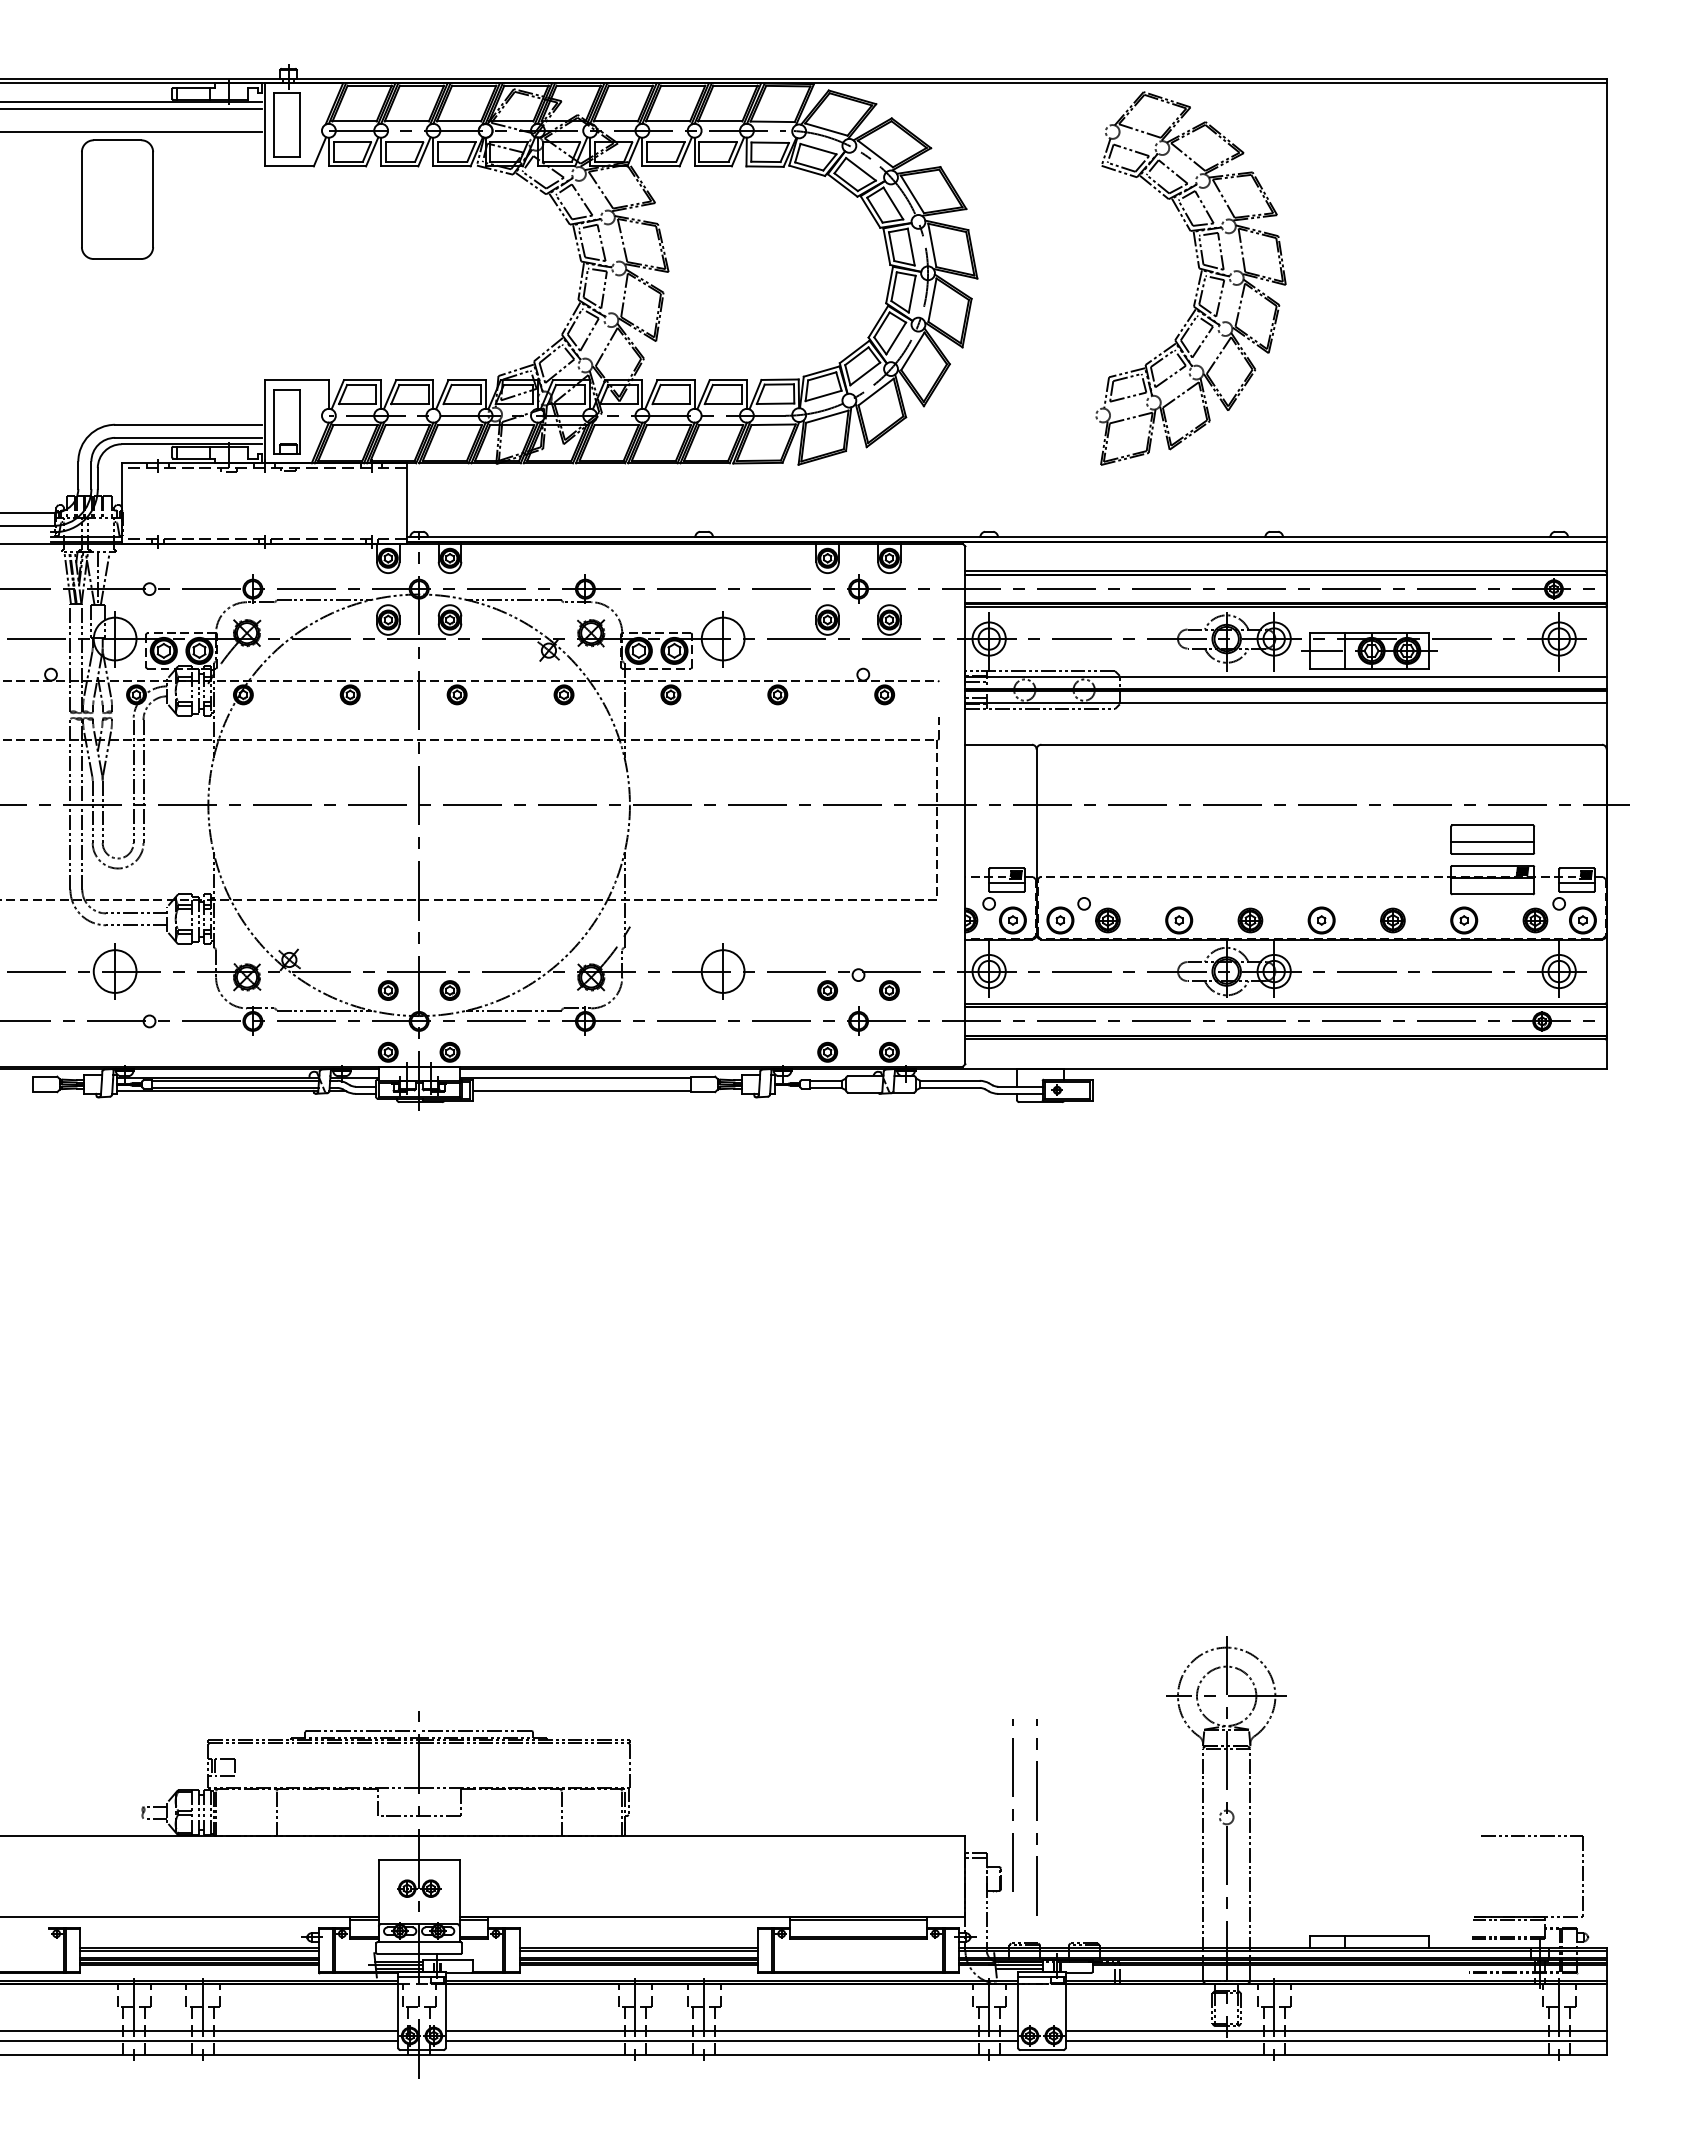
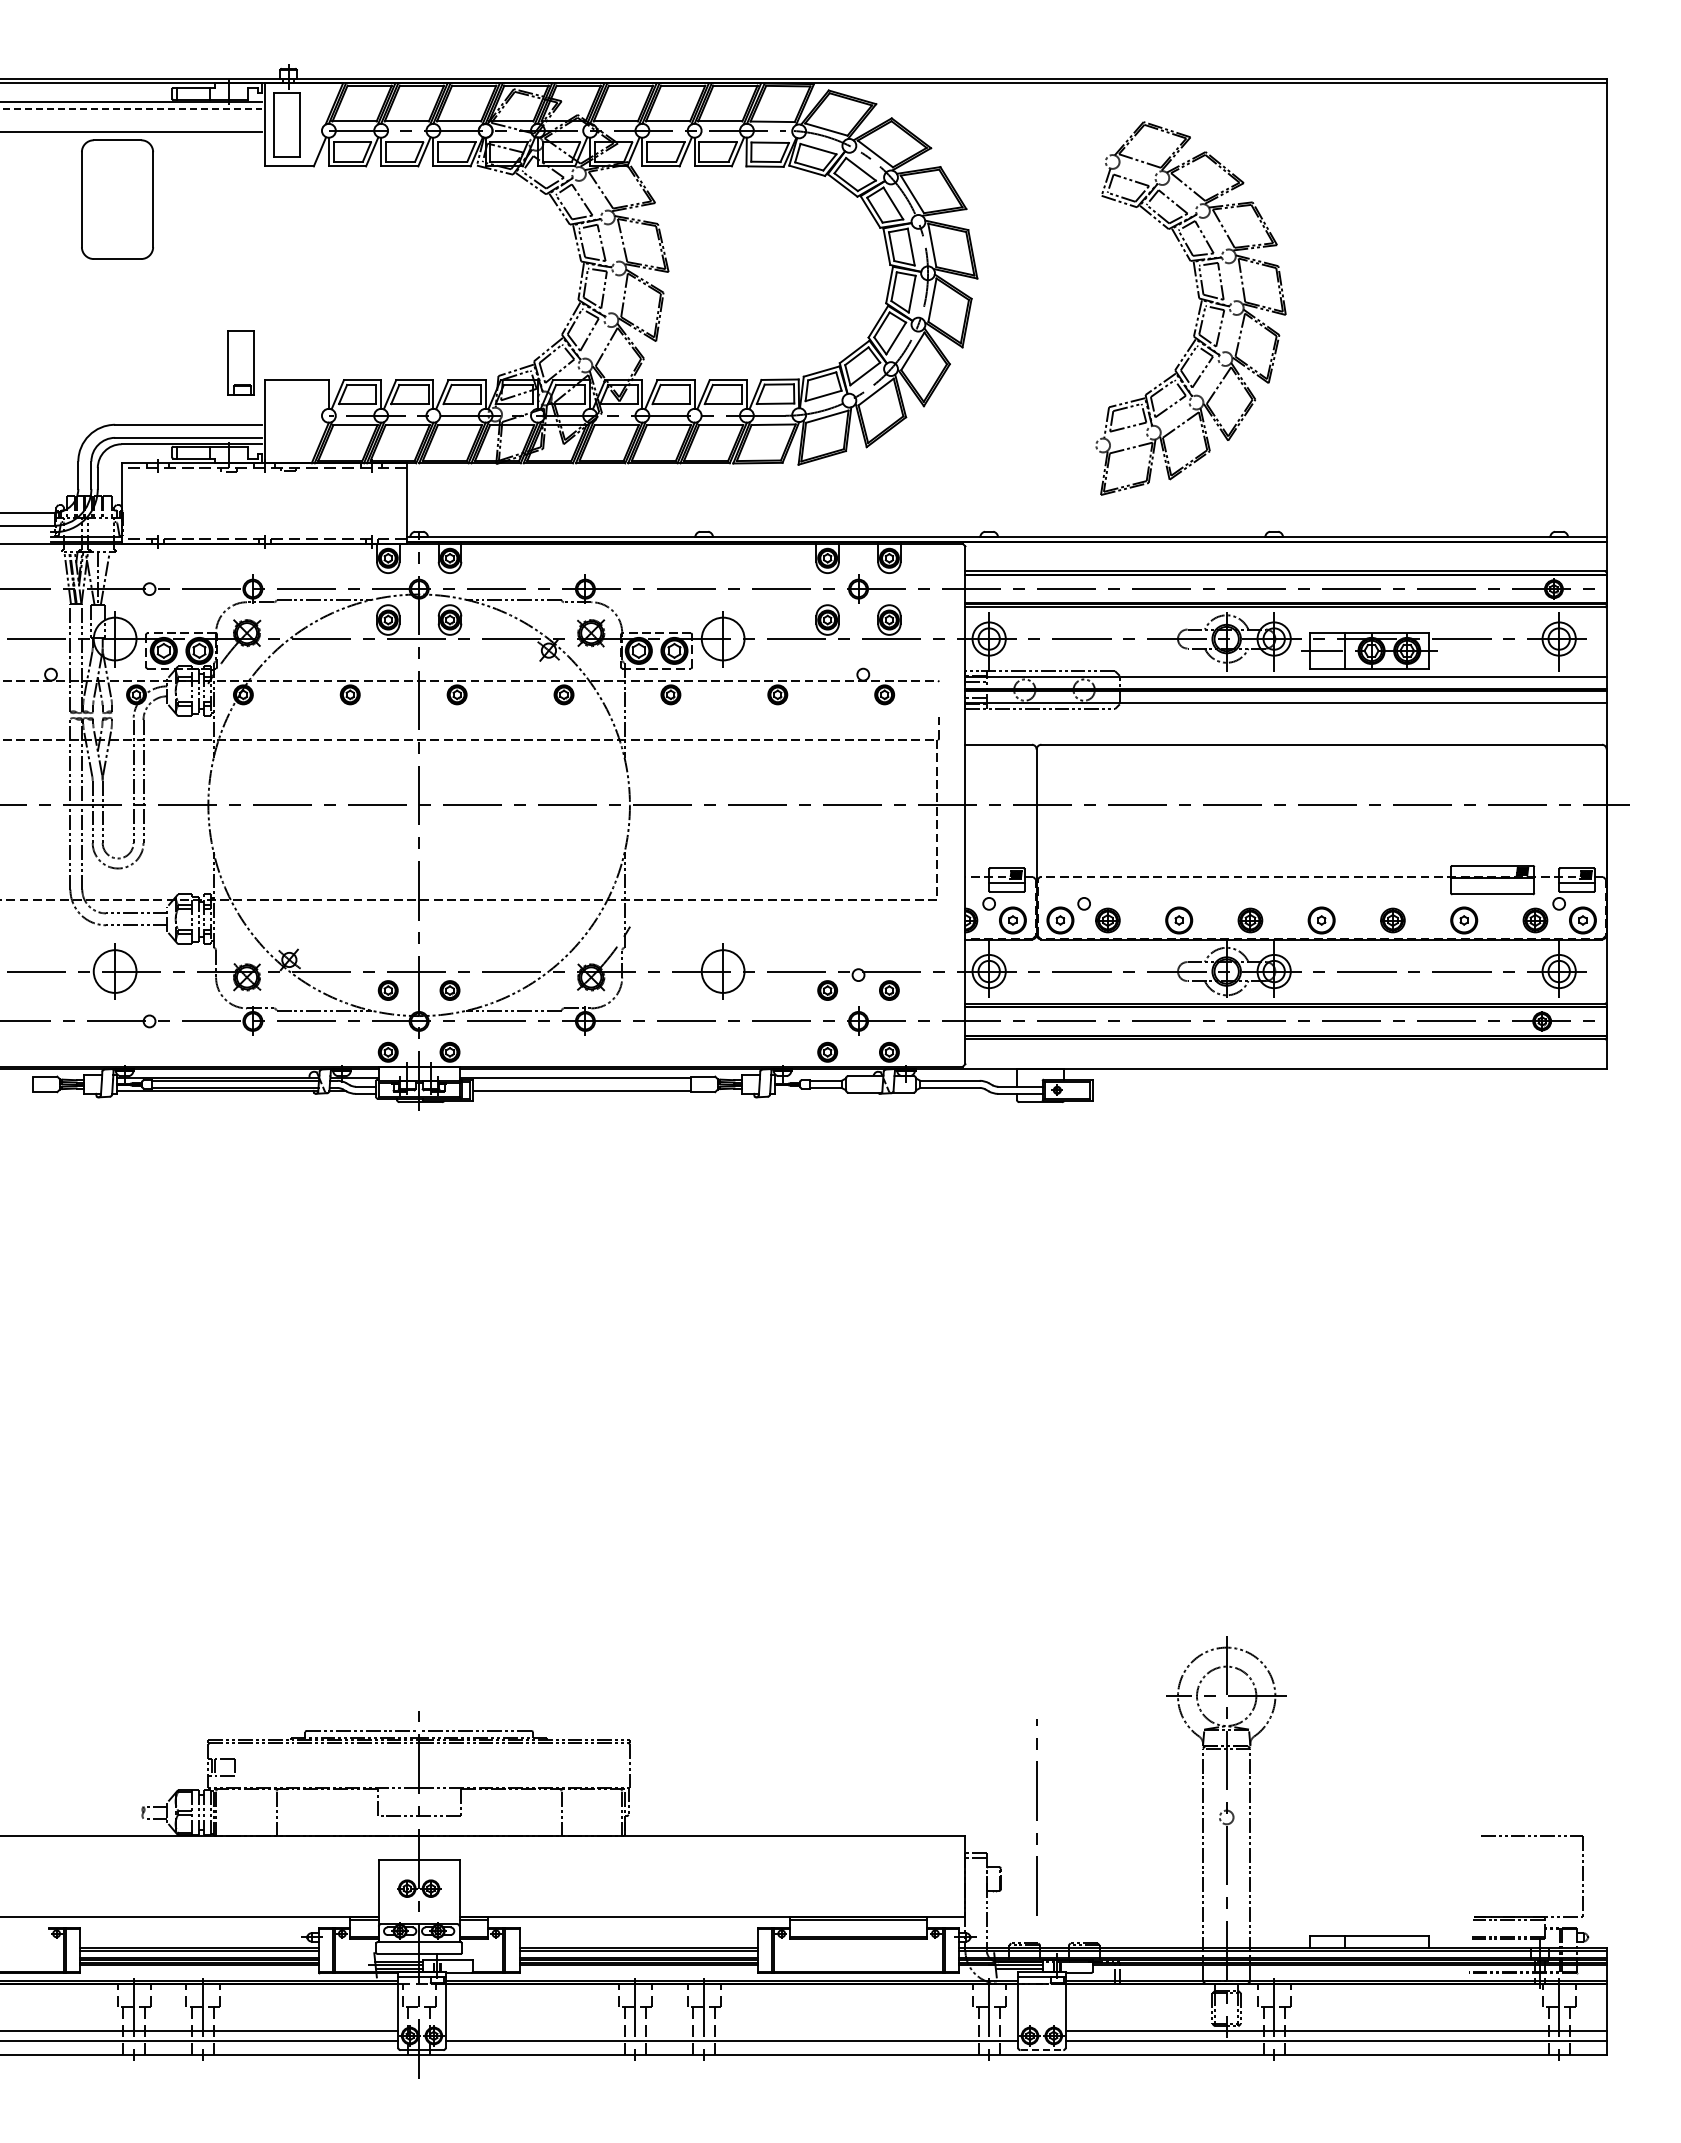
line at (131, 108): solid -> dashed
part at (1198, 280) position: (1198, 280) -> (1198, 310)
part at (286, 421) position: (286, 421) -> (240, 362)
part at (1492, 839): present -> none
line at (1012, 1809): present -> none
line at (731, 2030): present -> none
line at (1042, 2050): solid -> dashed
